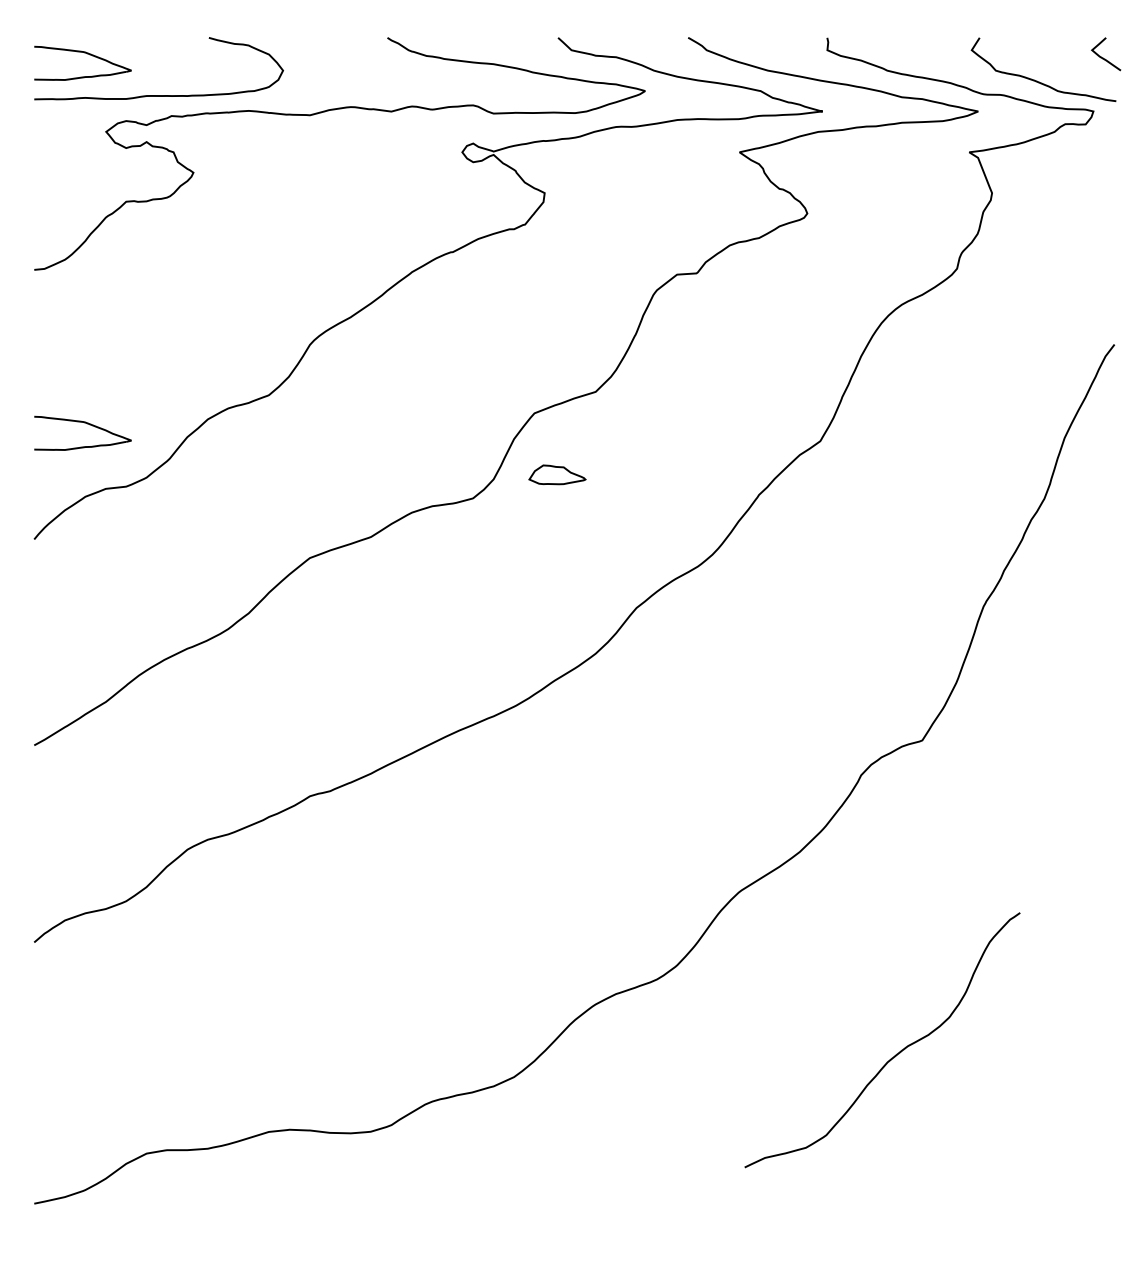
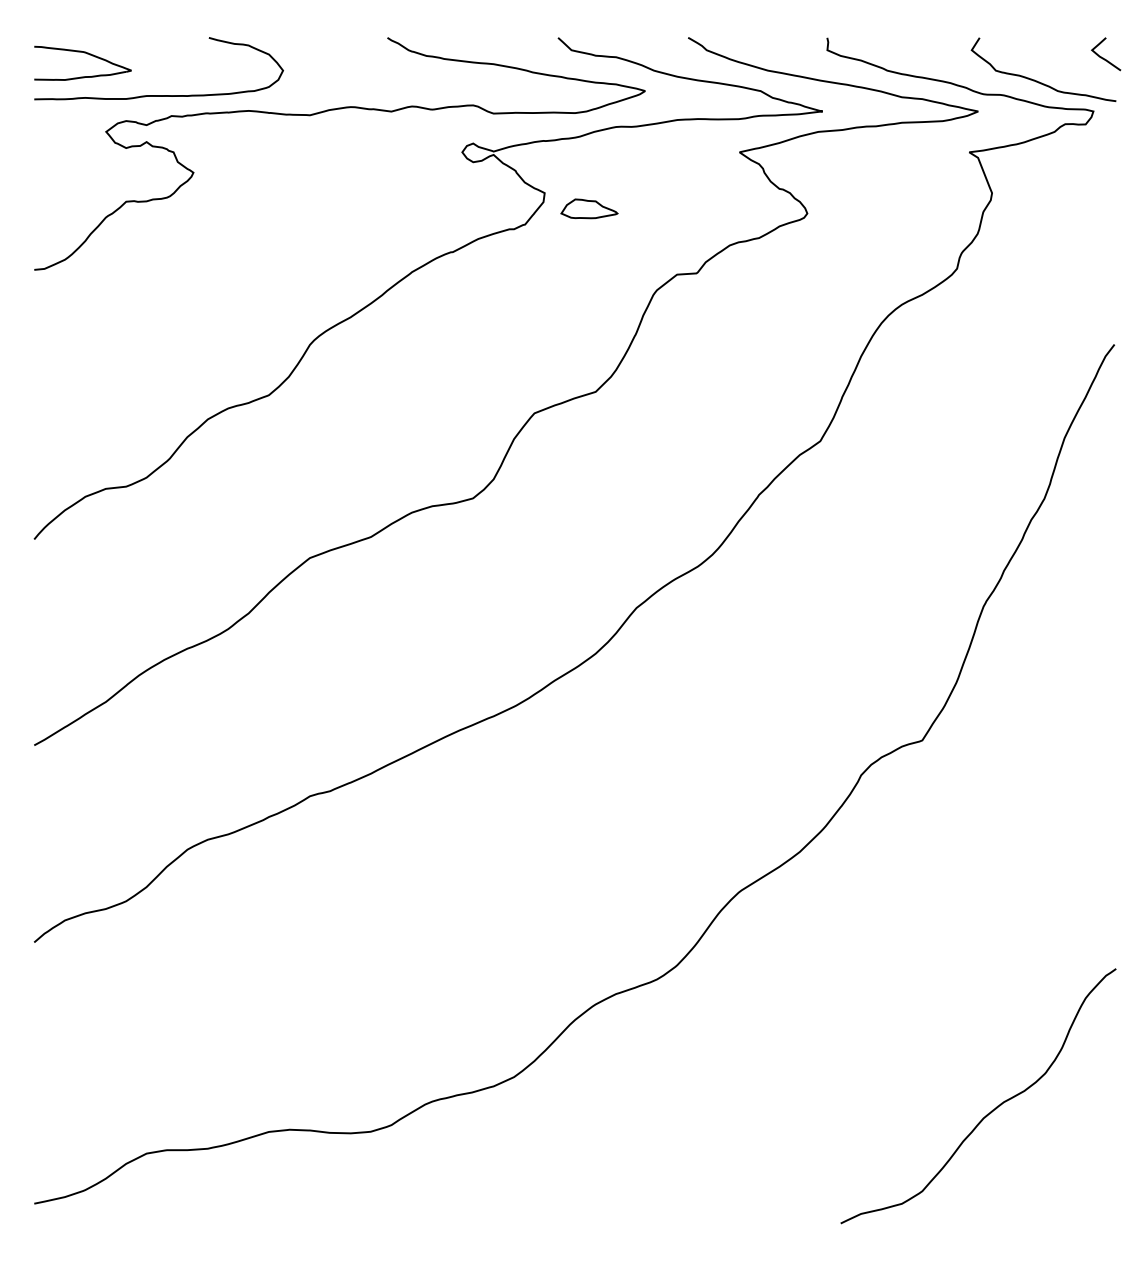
part at (84, 423): present -> none
part at (557, 474) position: (557, 474) -> (589, 208)
curve at (896, 1053) position: (896, 1053) -> (992, 1109)
